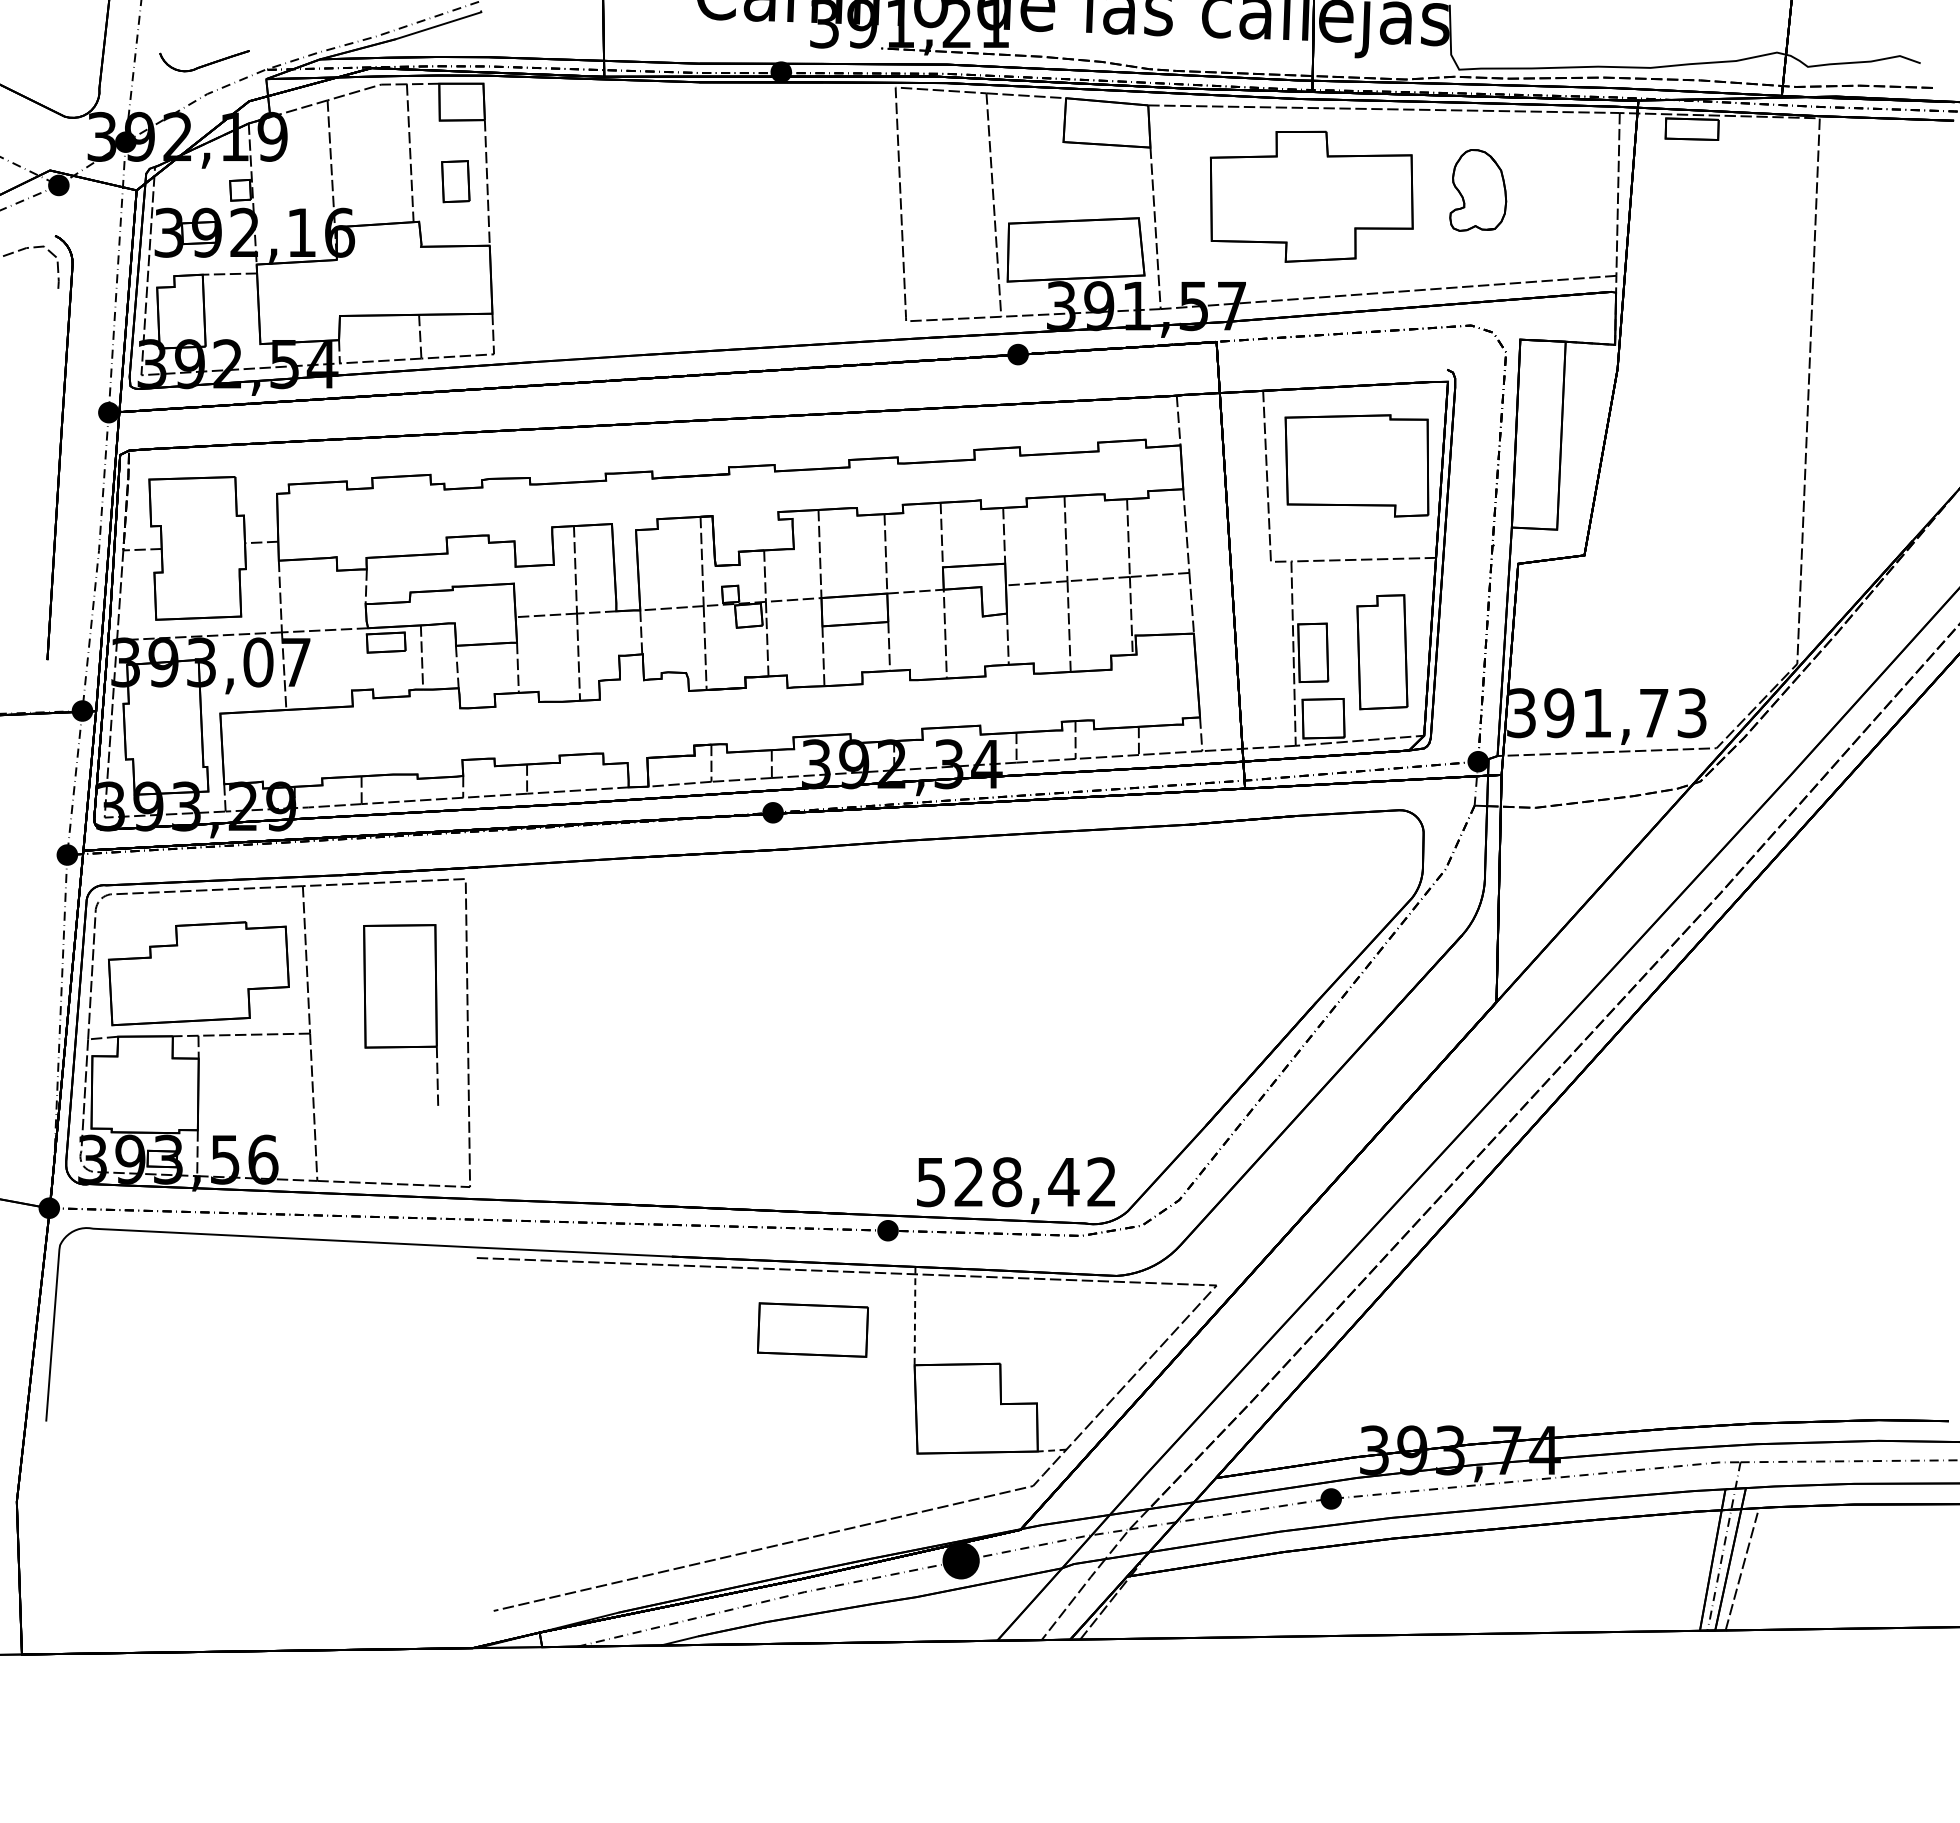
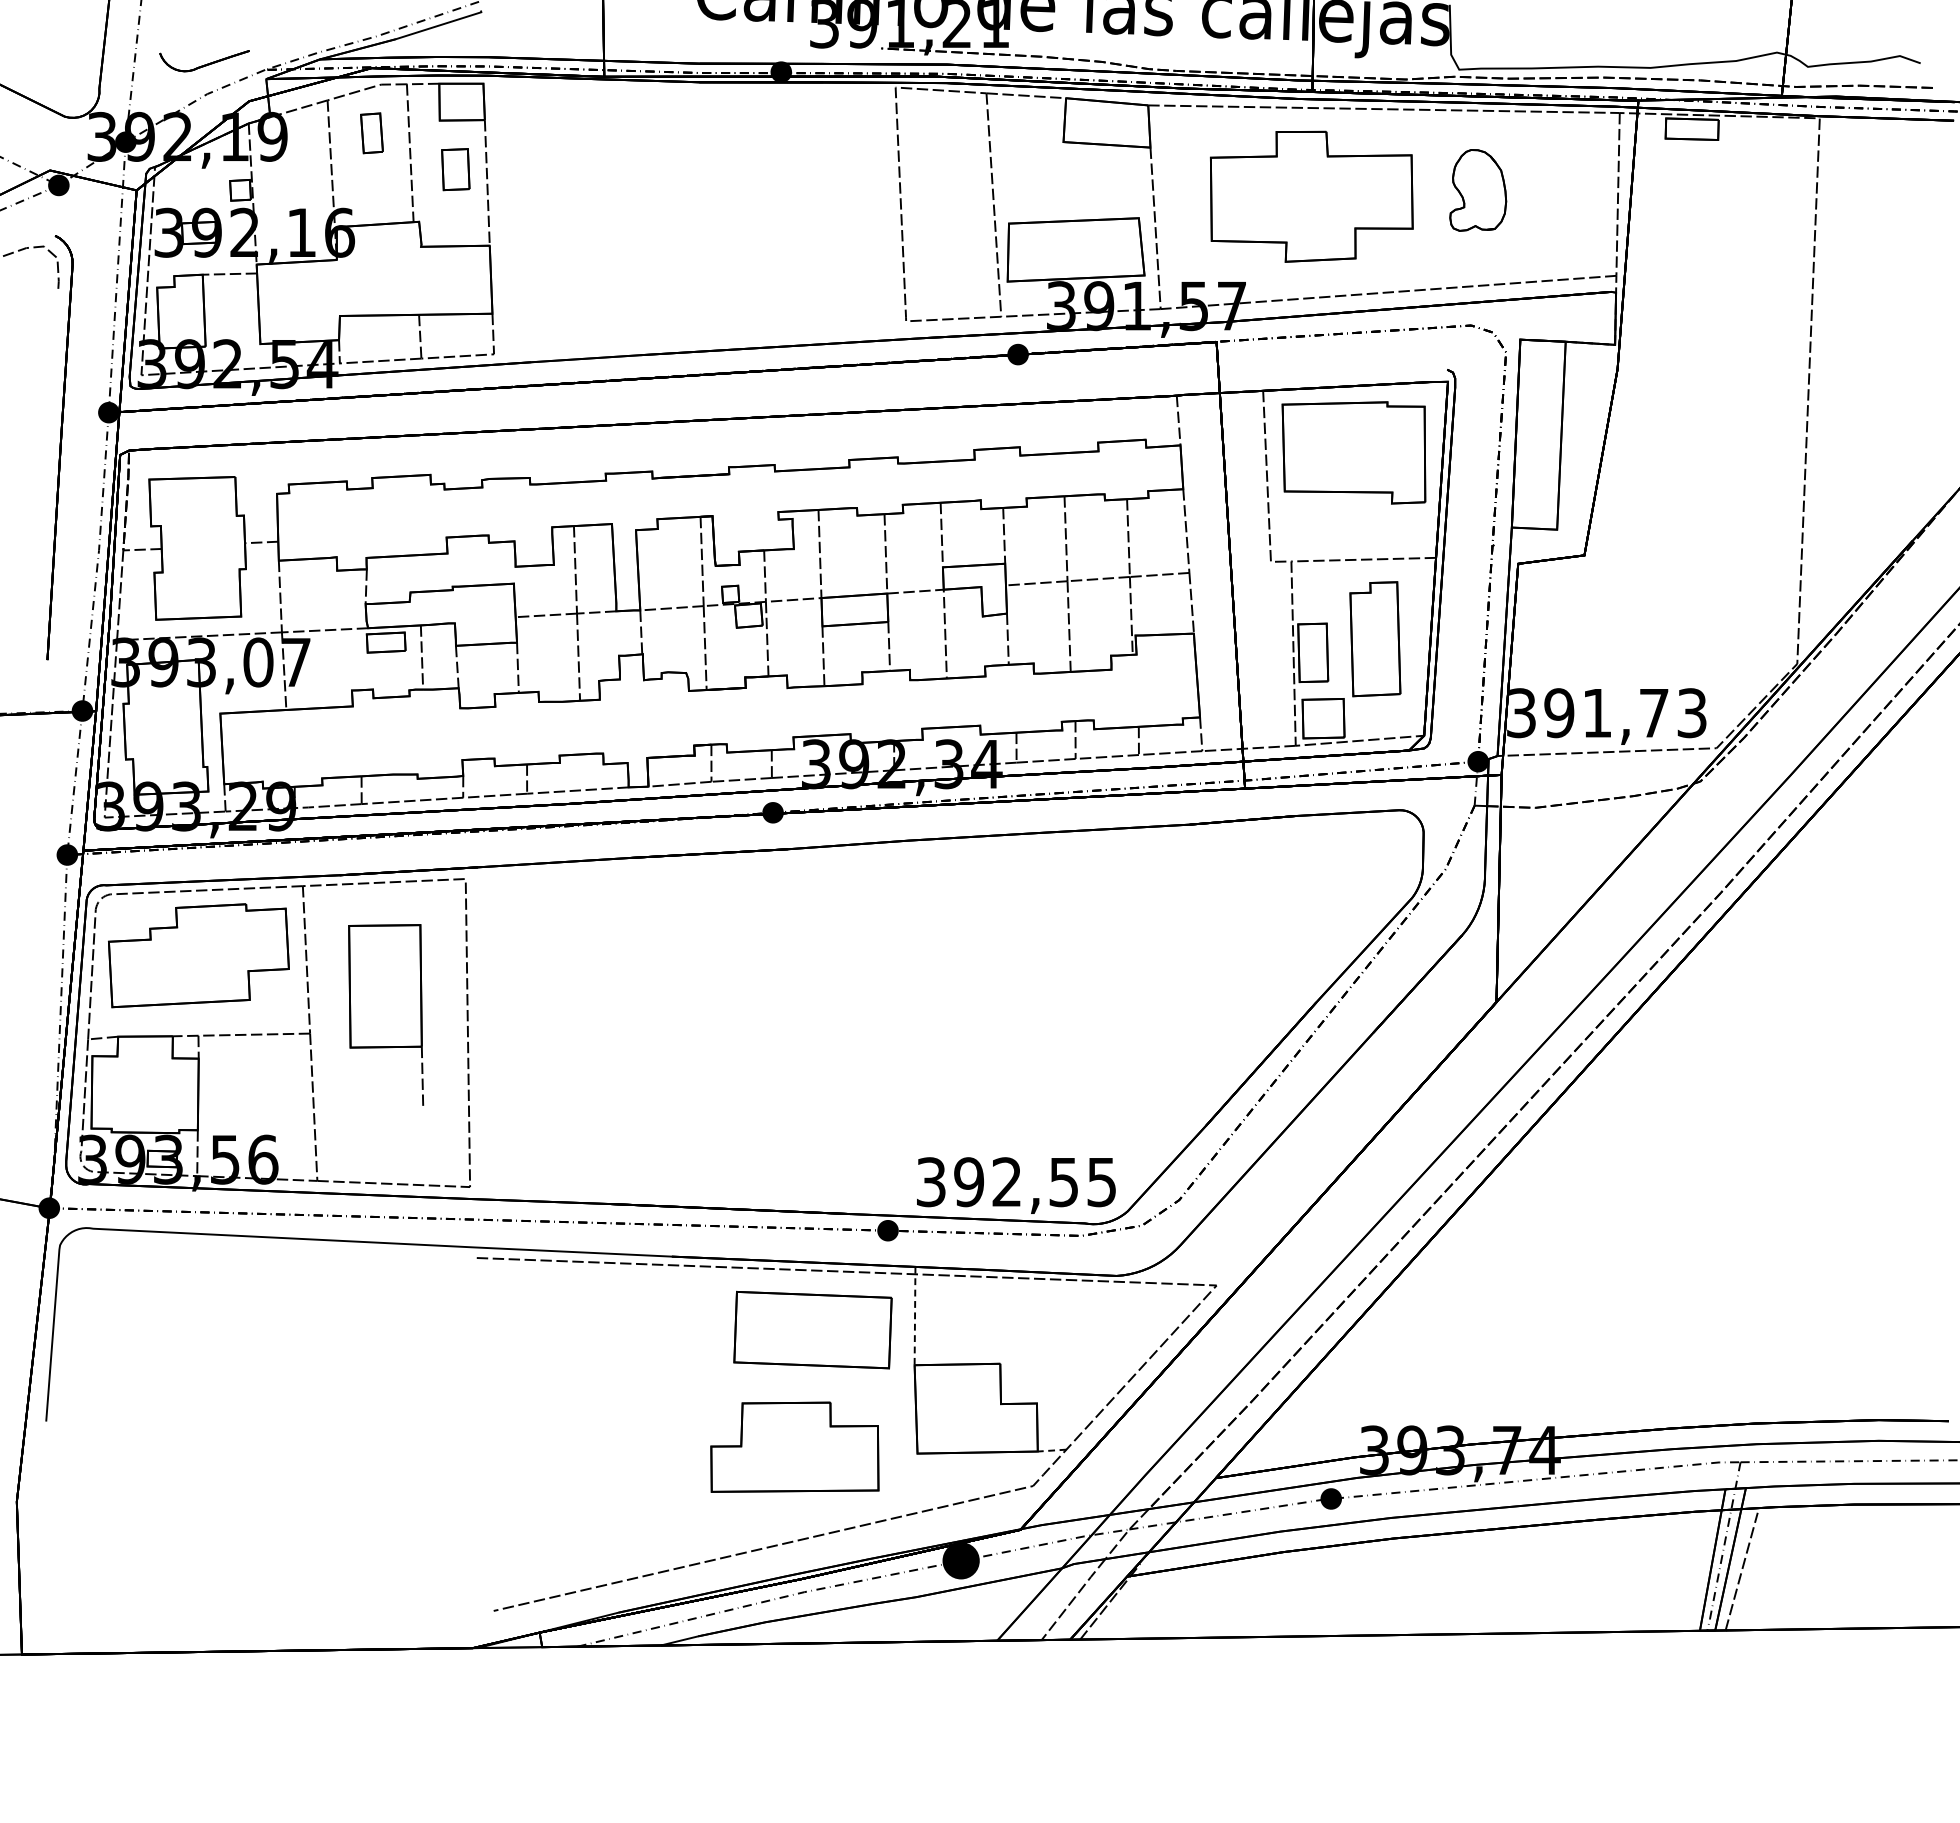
part at (371, 133): none -> present
part at (455, 181) position: (455, 181) -> (455, 169)
part at (1356, 465) position: (1356, 465) -> (1353, 452)
part at (1382, 652) position: (1382, 652) -> (1375, 639)
part at (198, 973) position: (198, 973) -> (198, 955)
part at (401, 1014) position: (401, 1014) -> (386, 1014)
text at (1016, 1182): 528,42 -> 392,55
part at (812, 1329) size: 112x56 px -> 160x80 px
part at (794, 1446): none -> present
